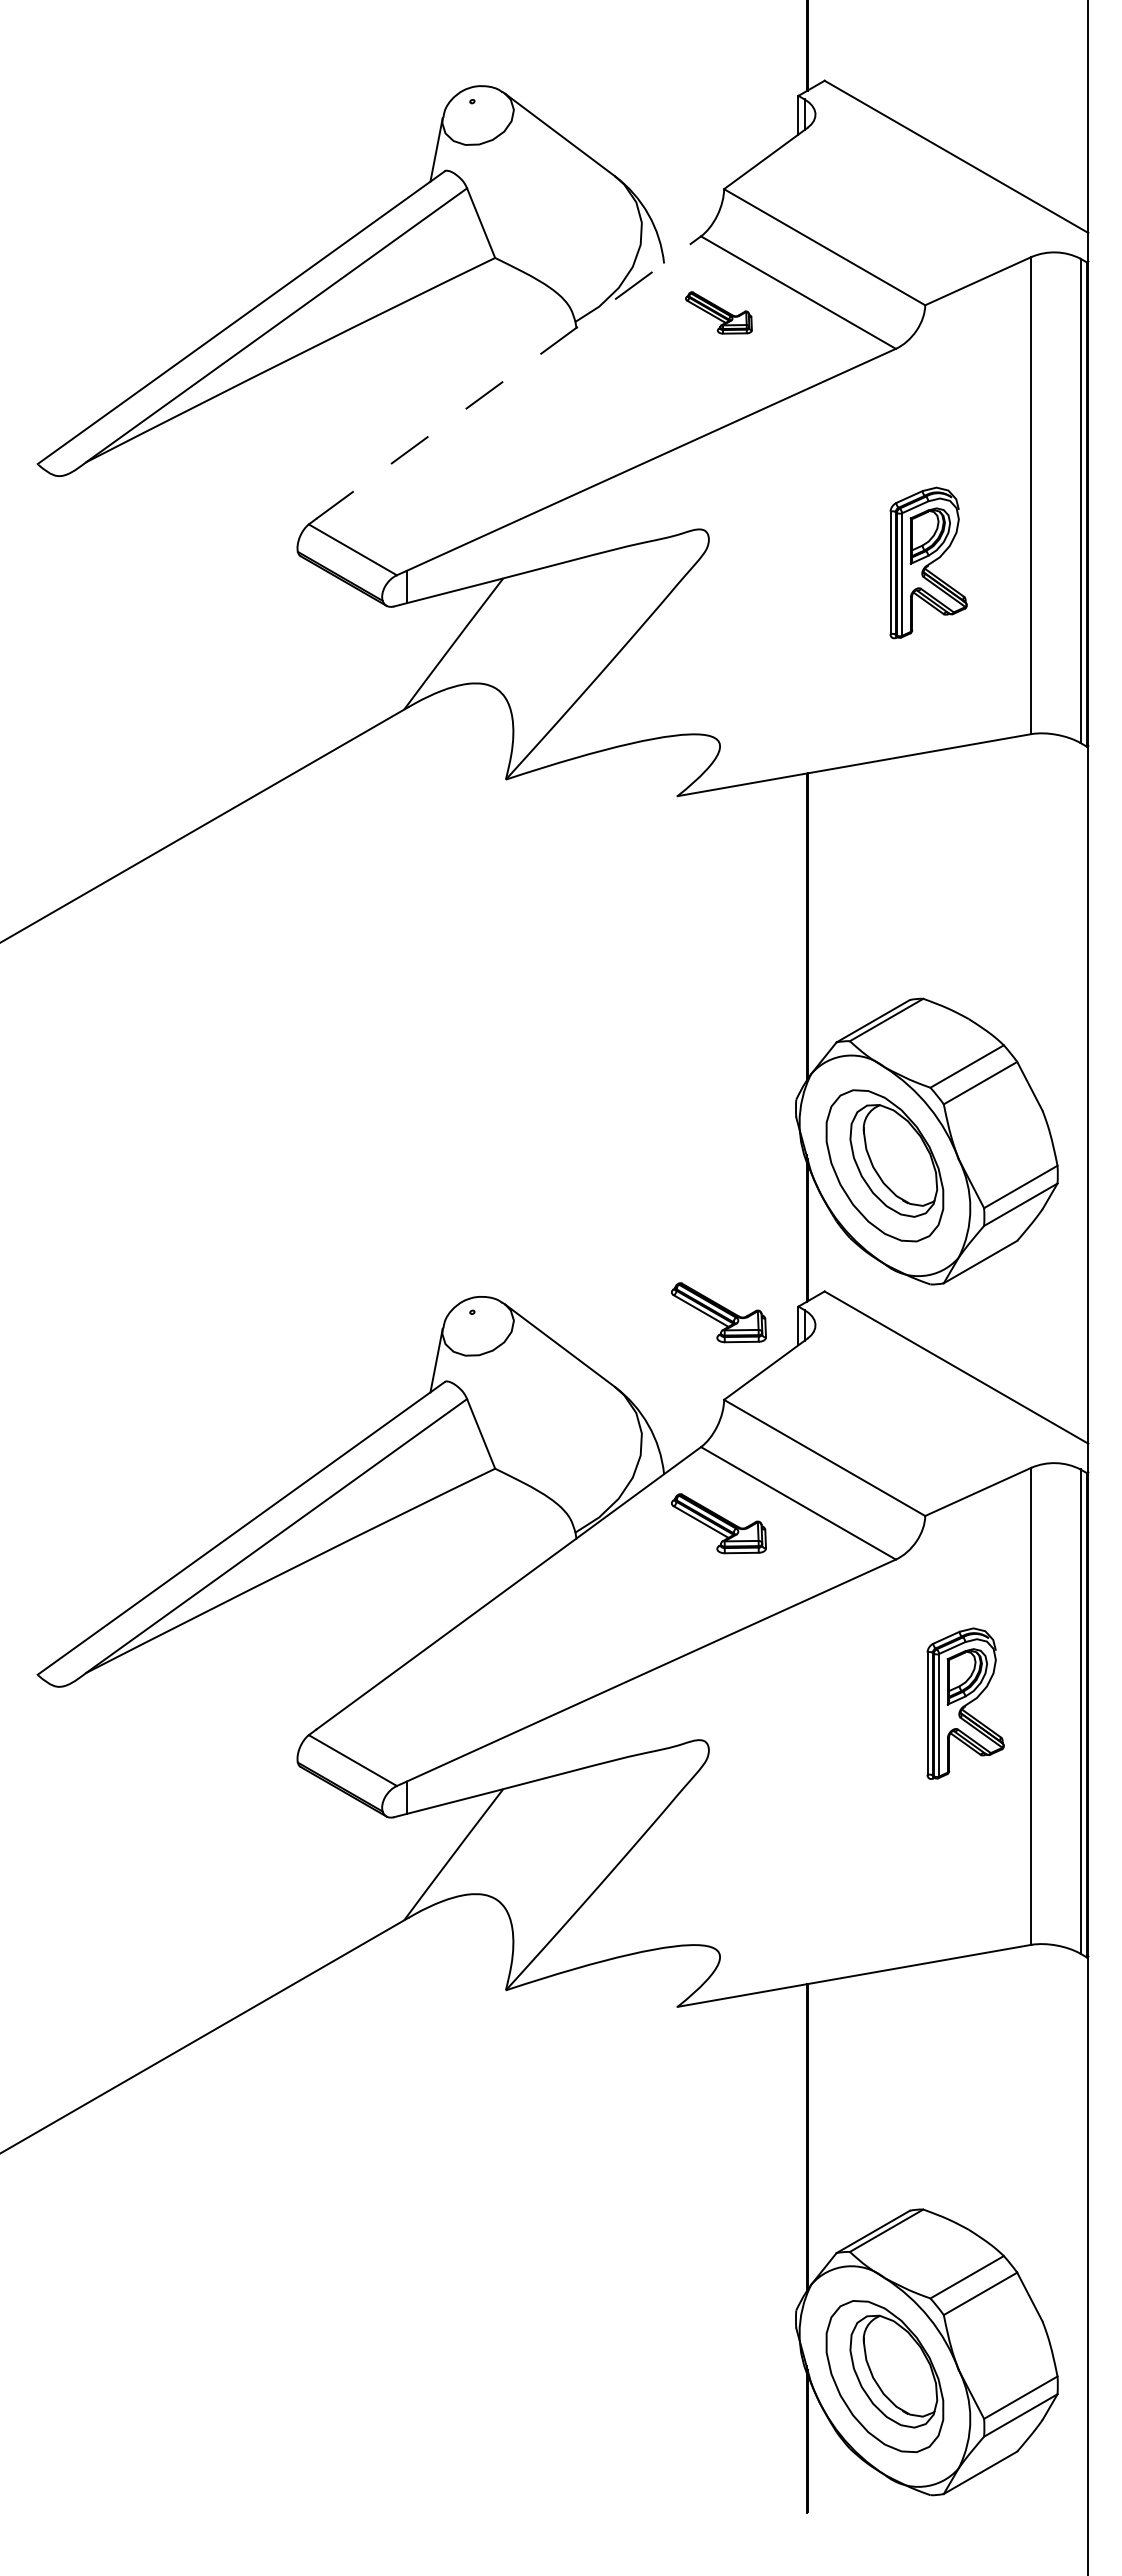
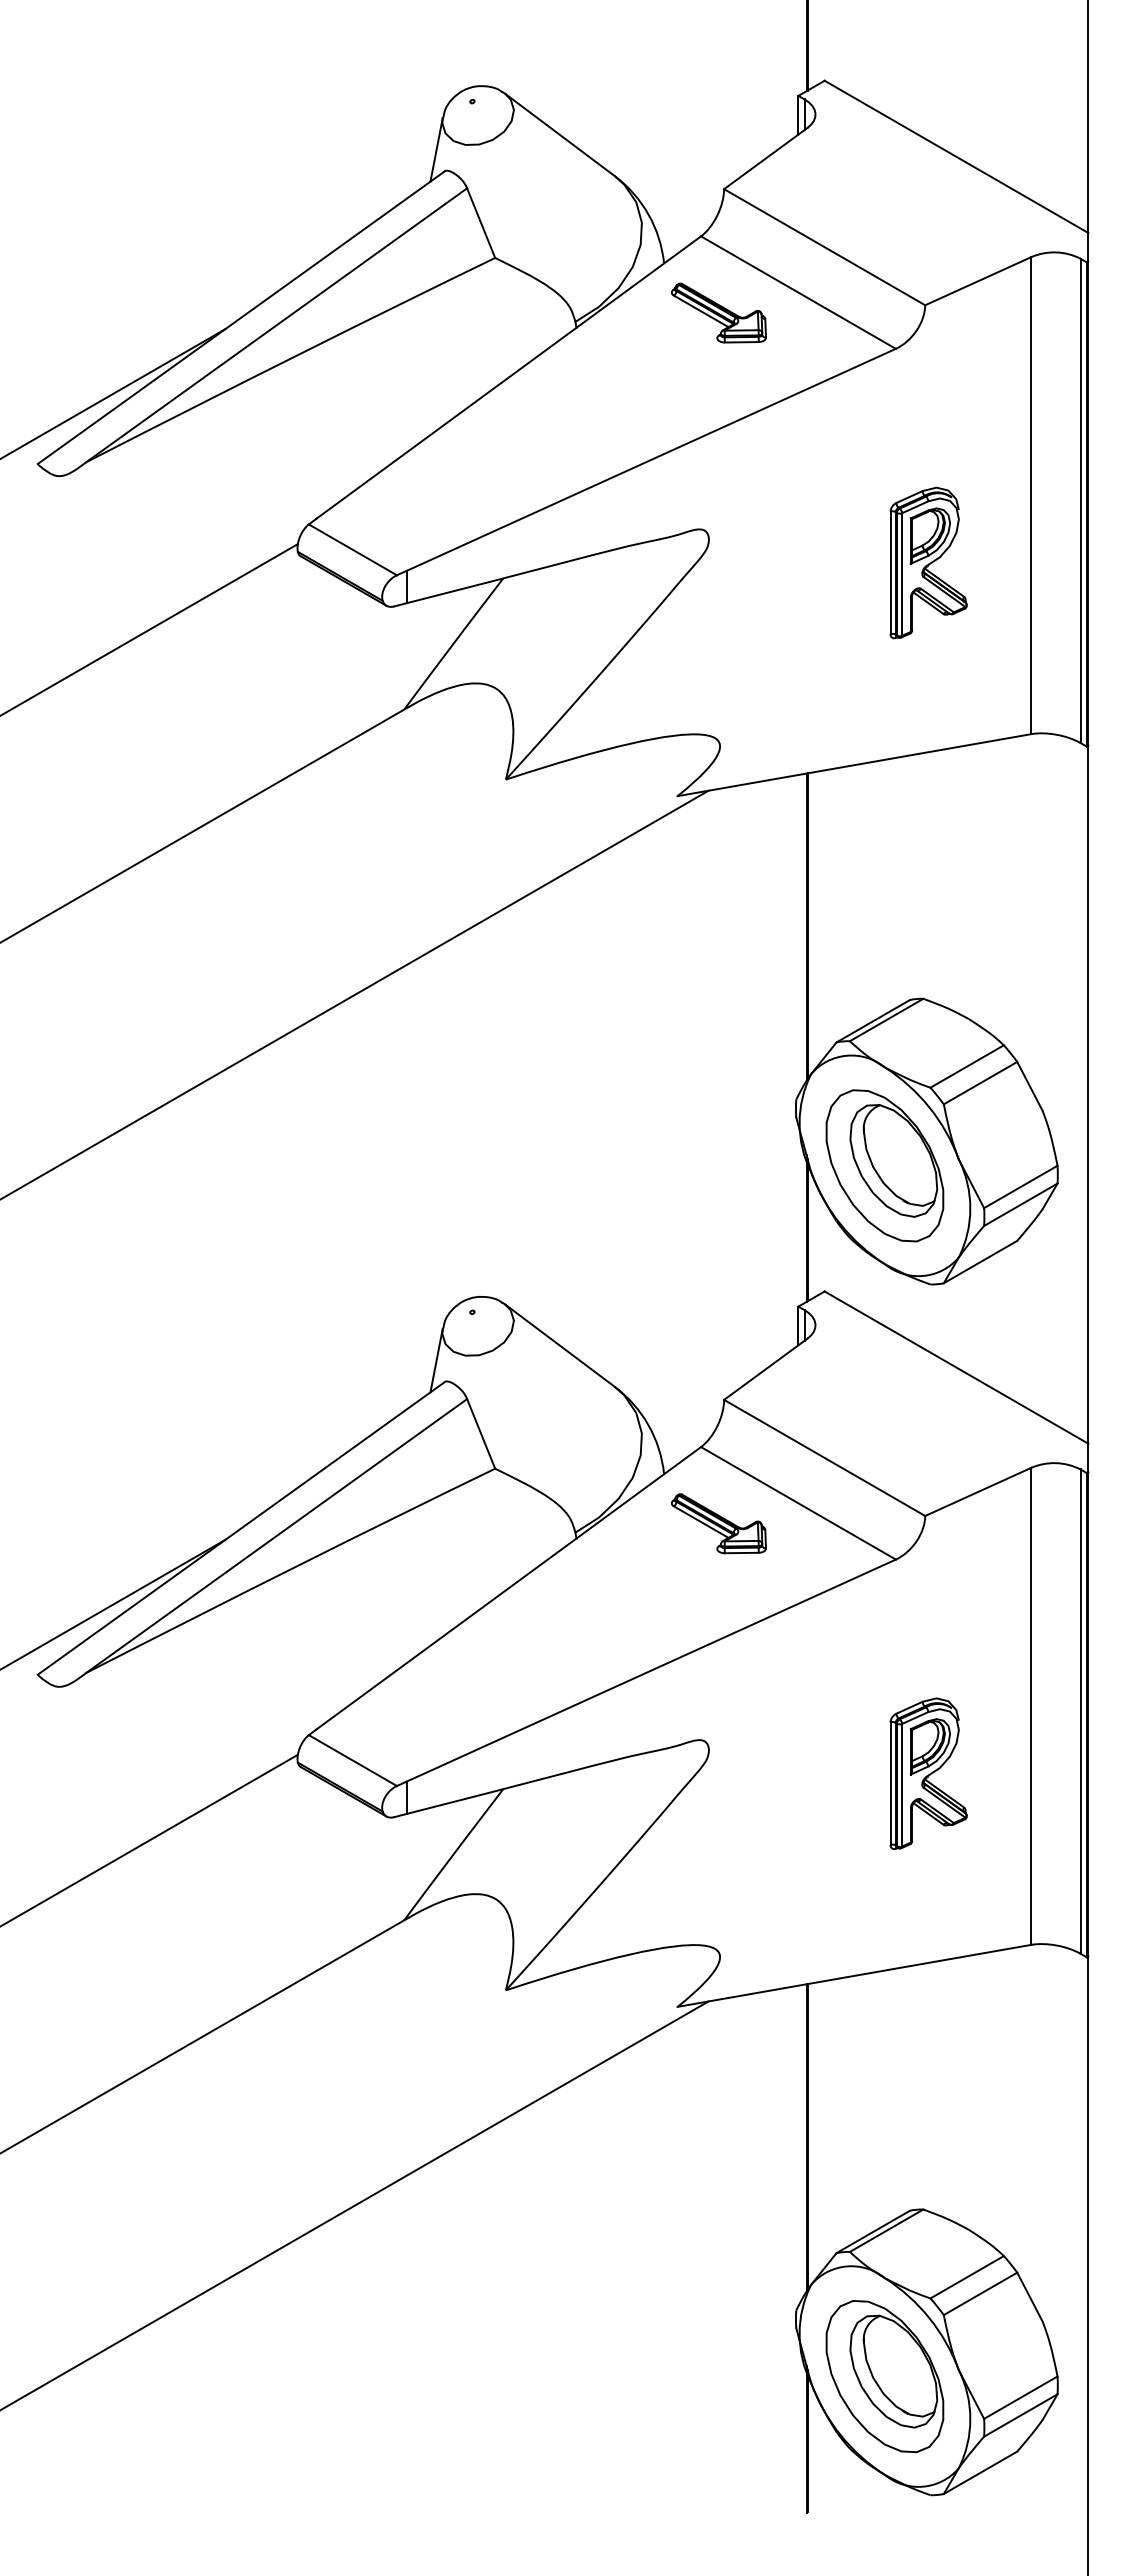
part at (718, 312) size: 68x44 px -> 96x62 px
line at (508, 377): dashed -> solid
line at (113, 393): none -> present
line at (149, 629): none -> present
line at (355, 994): none -> present
part at (718, 1312): present -> none
line at (113, 1603): none -> present
part at (965, 1703) position: (965, 1703) -> (928, 1773)
line at (149, 1839): none -> present
line at (355, 2205): none -> present
